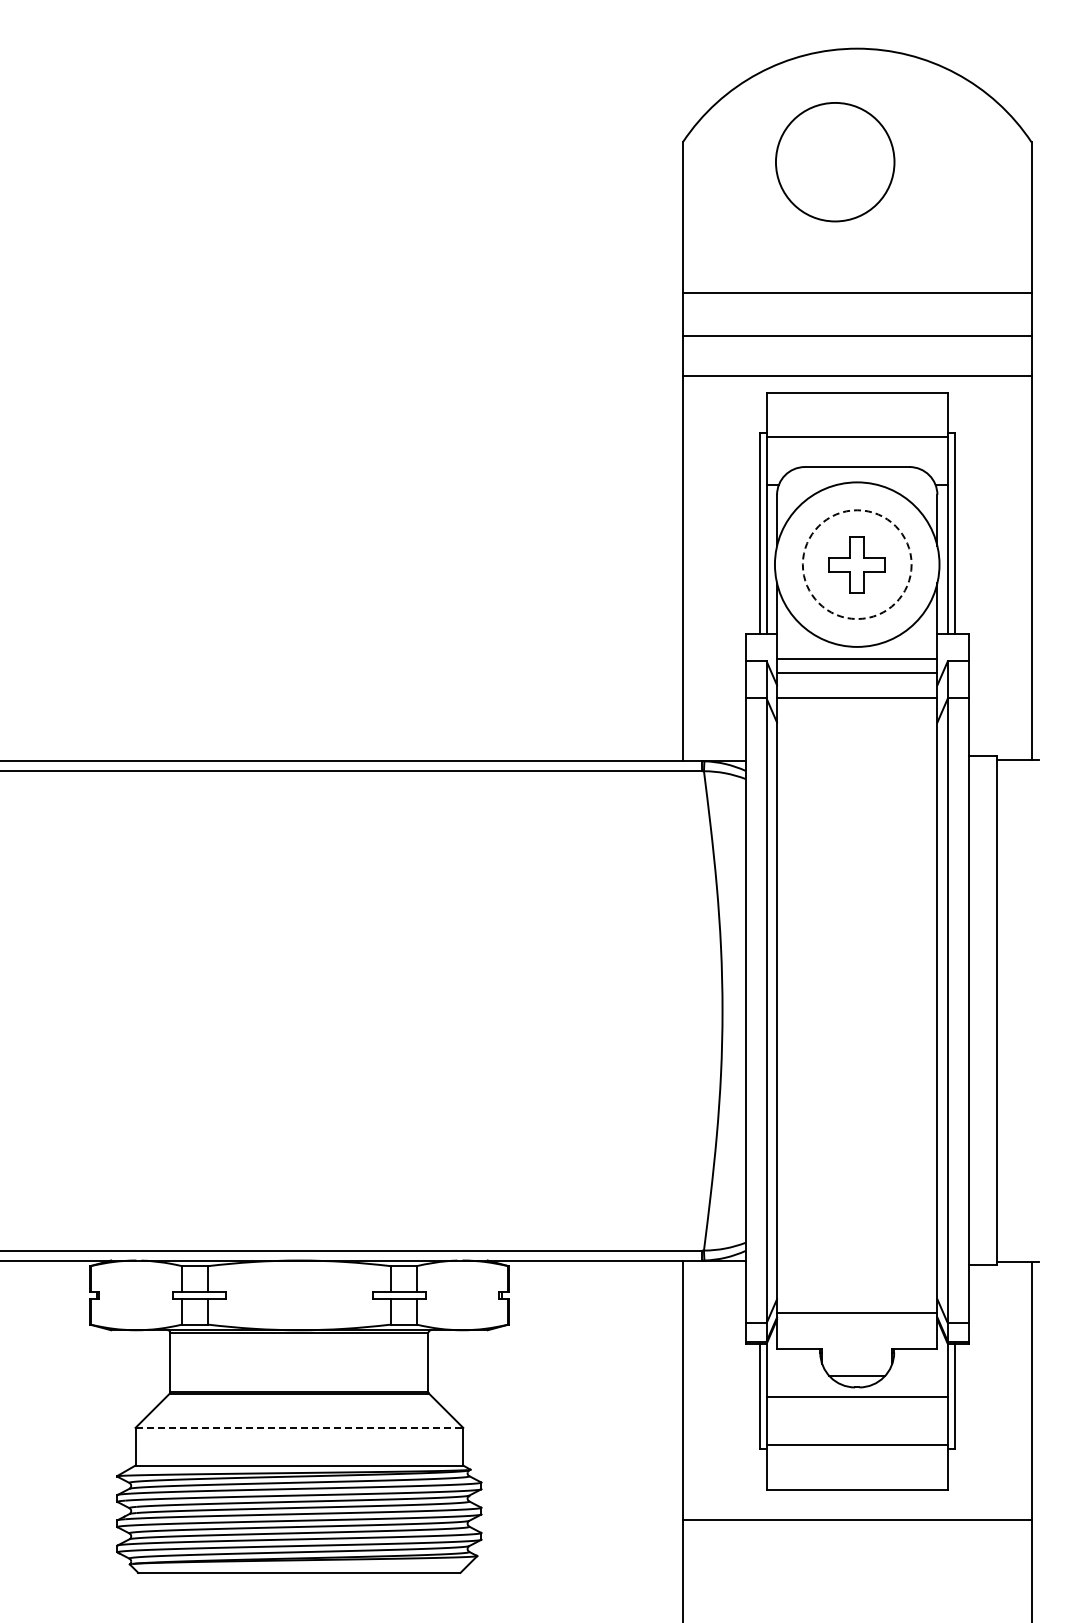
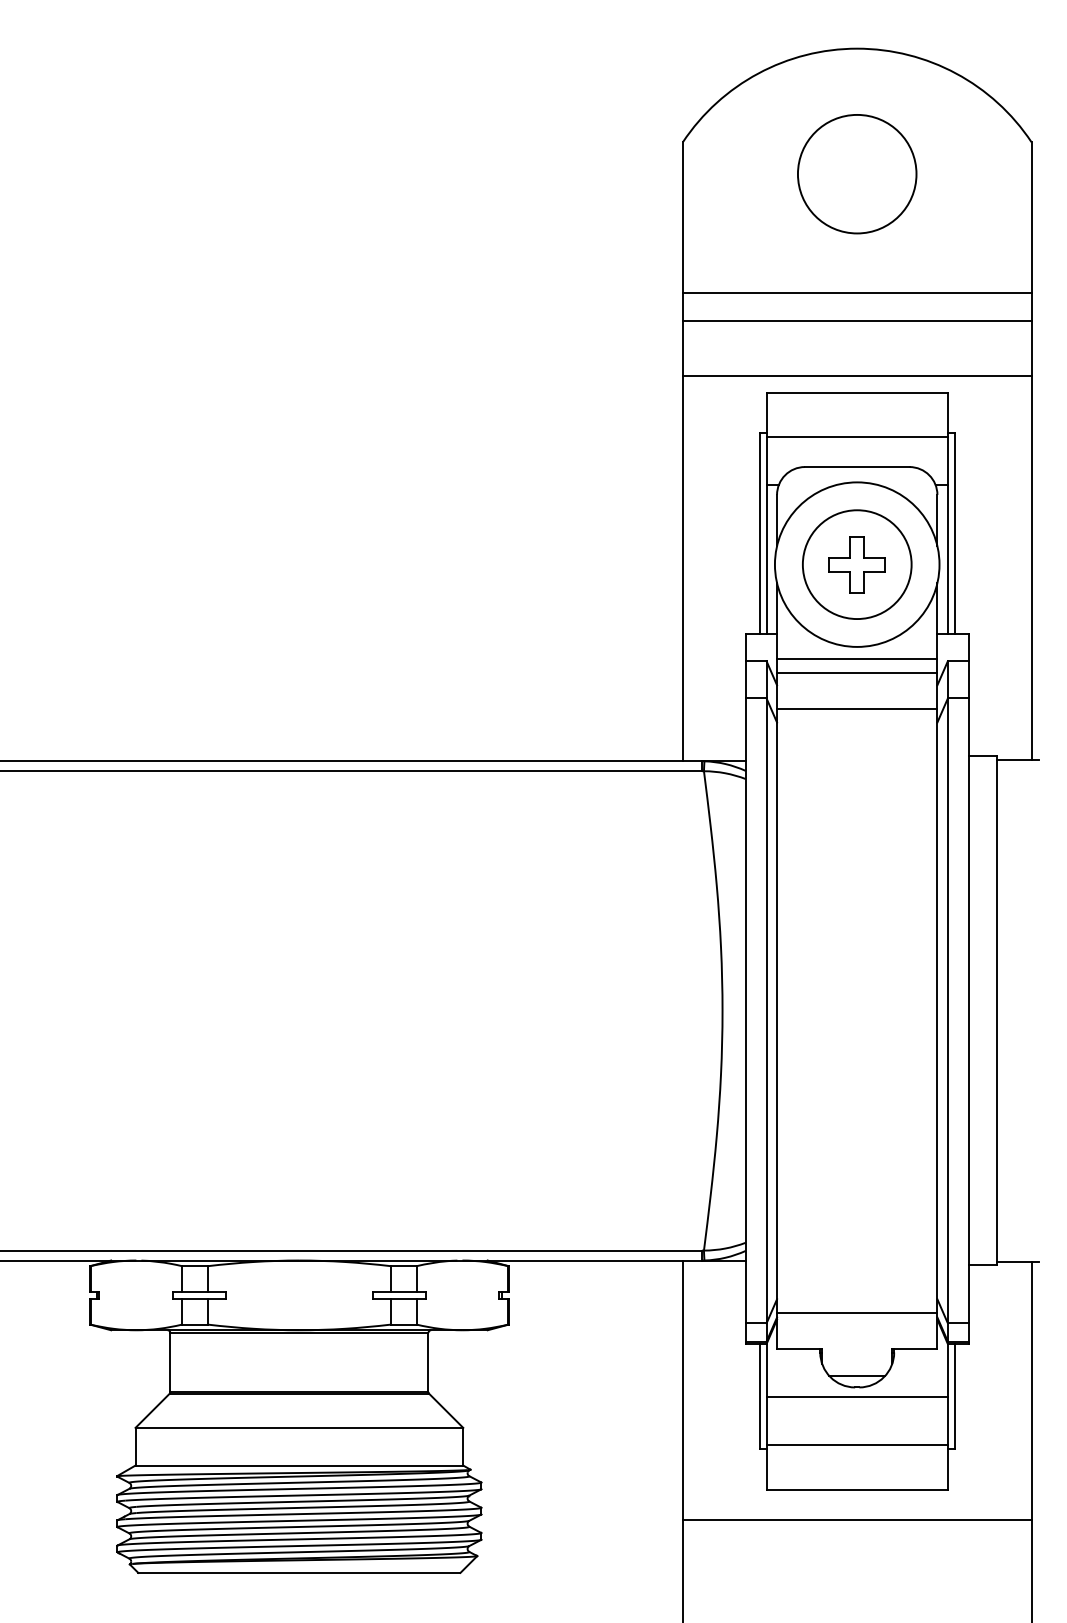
circle at (835, 162) position: (835, 162) -> (857, 174)
line at (856, 335) position: (856, 335) -> (856, 320)
circle at (856, 564): dashed -> solid
line at (857, 697) position: (857, 697) -> (857, 708)
line at (299, 1427): dashed -> solid
